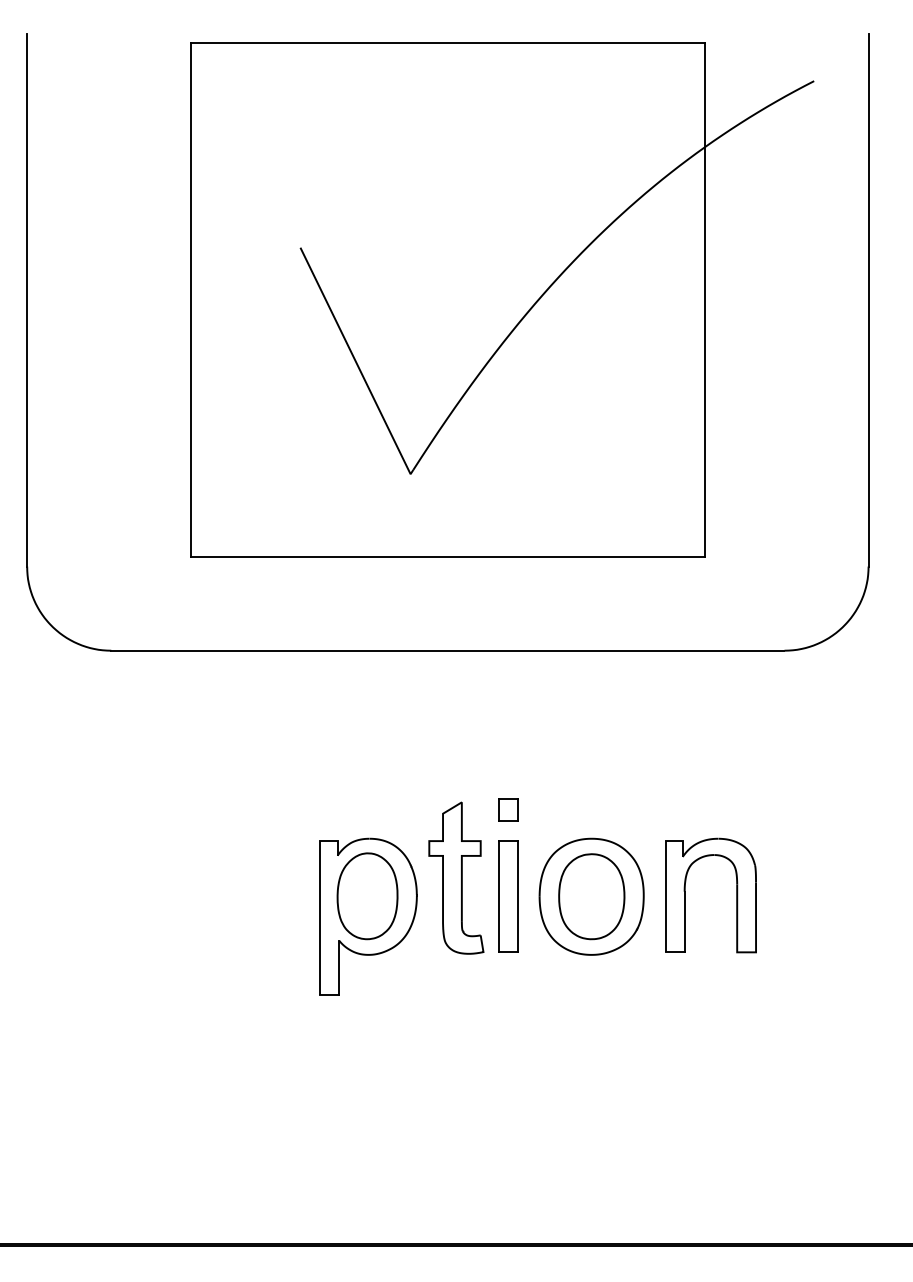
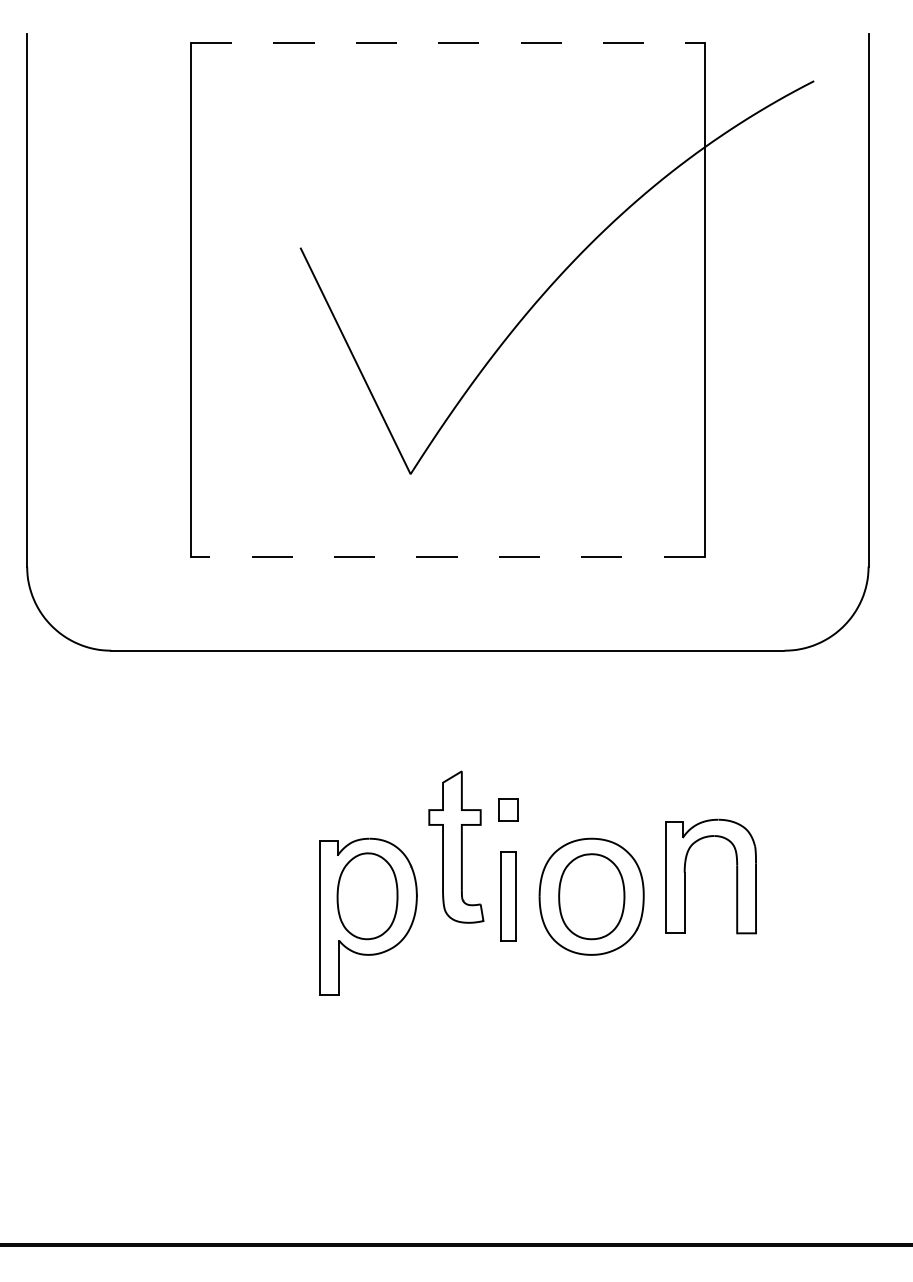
line at (447, 43): solid -> dashed
line at (447, 556): solid -> dashed
part at (456, 877) position: (456, 877) -> (456, 846)
part at (685, 895) position: (685, 895) -> (685, 876)
part at (508, 896) size: 21x113 px -> 17x91 px
